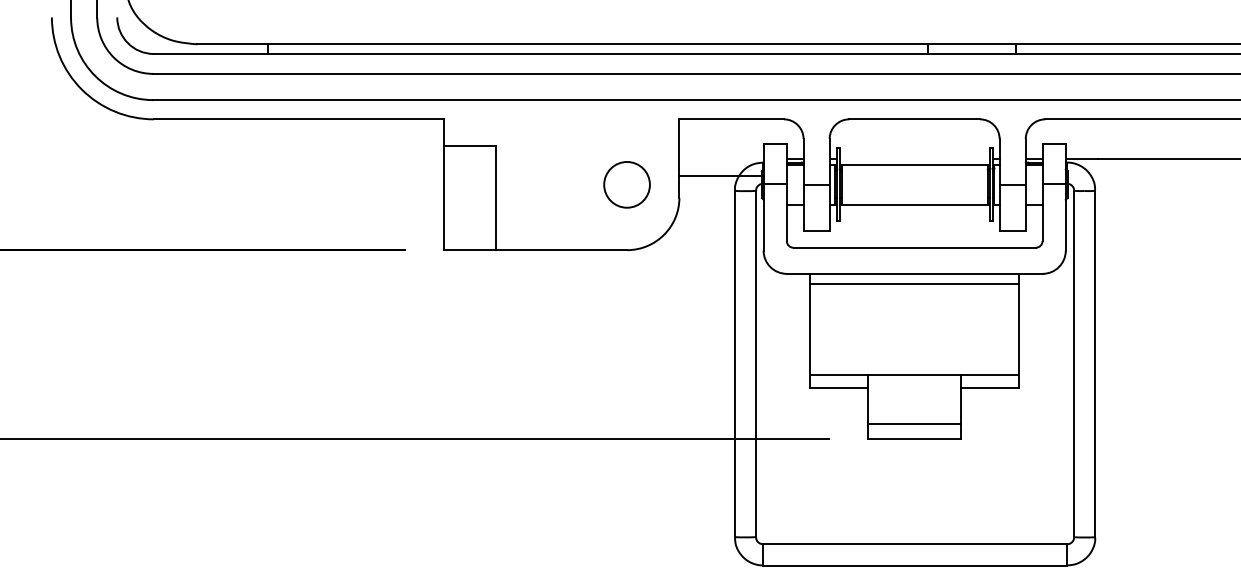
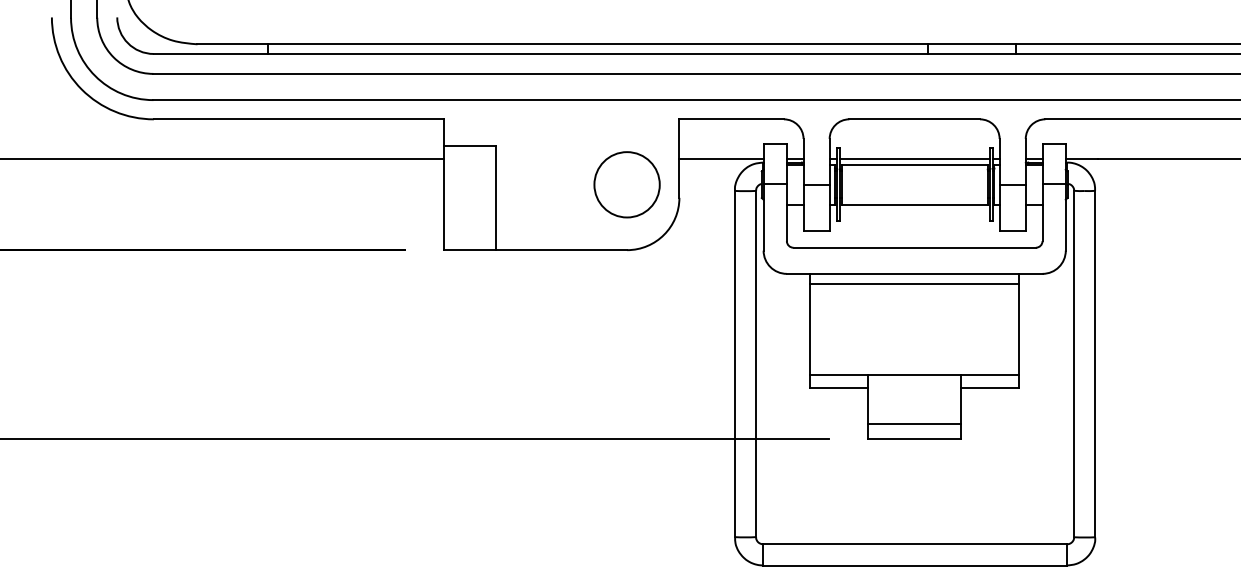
line at (223, 158): none -> present
line at (914, 158): none -> present
line at (721, 175) position: (721, 175) -> (721, 158)
circle at (626, 184) size: 48x48 px -> 68x68 px
